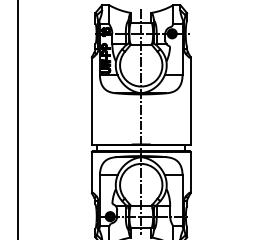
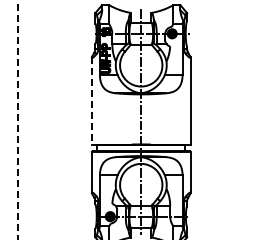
line at (91, 100): solid -> dashed
line at (17, 119): solid -> dashed
